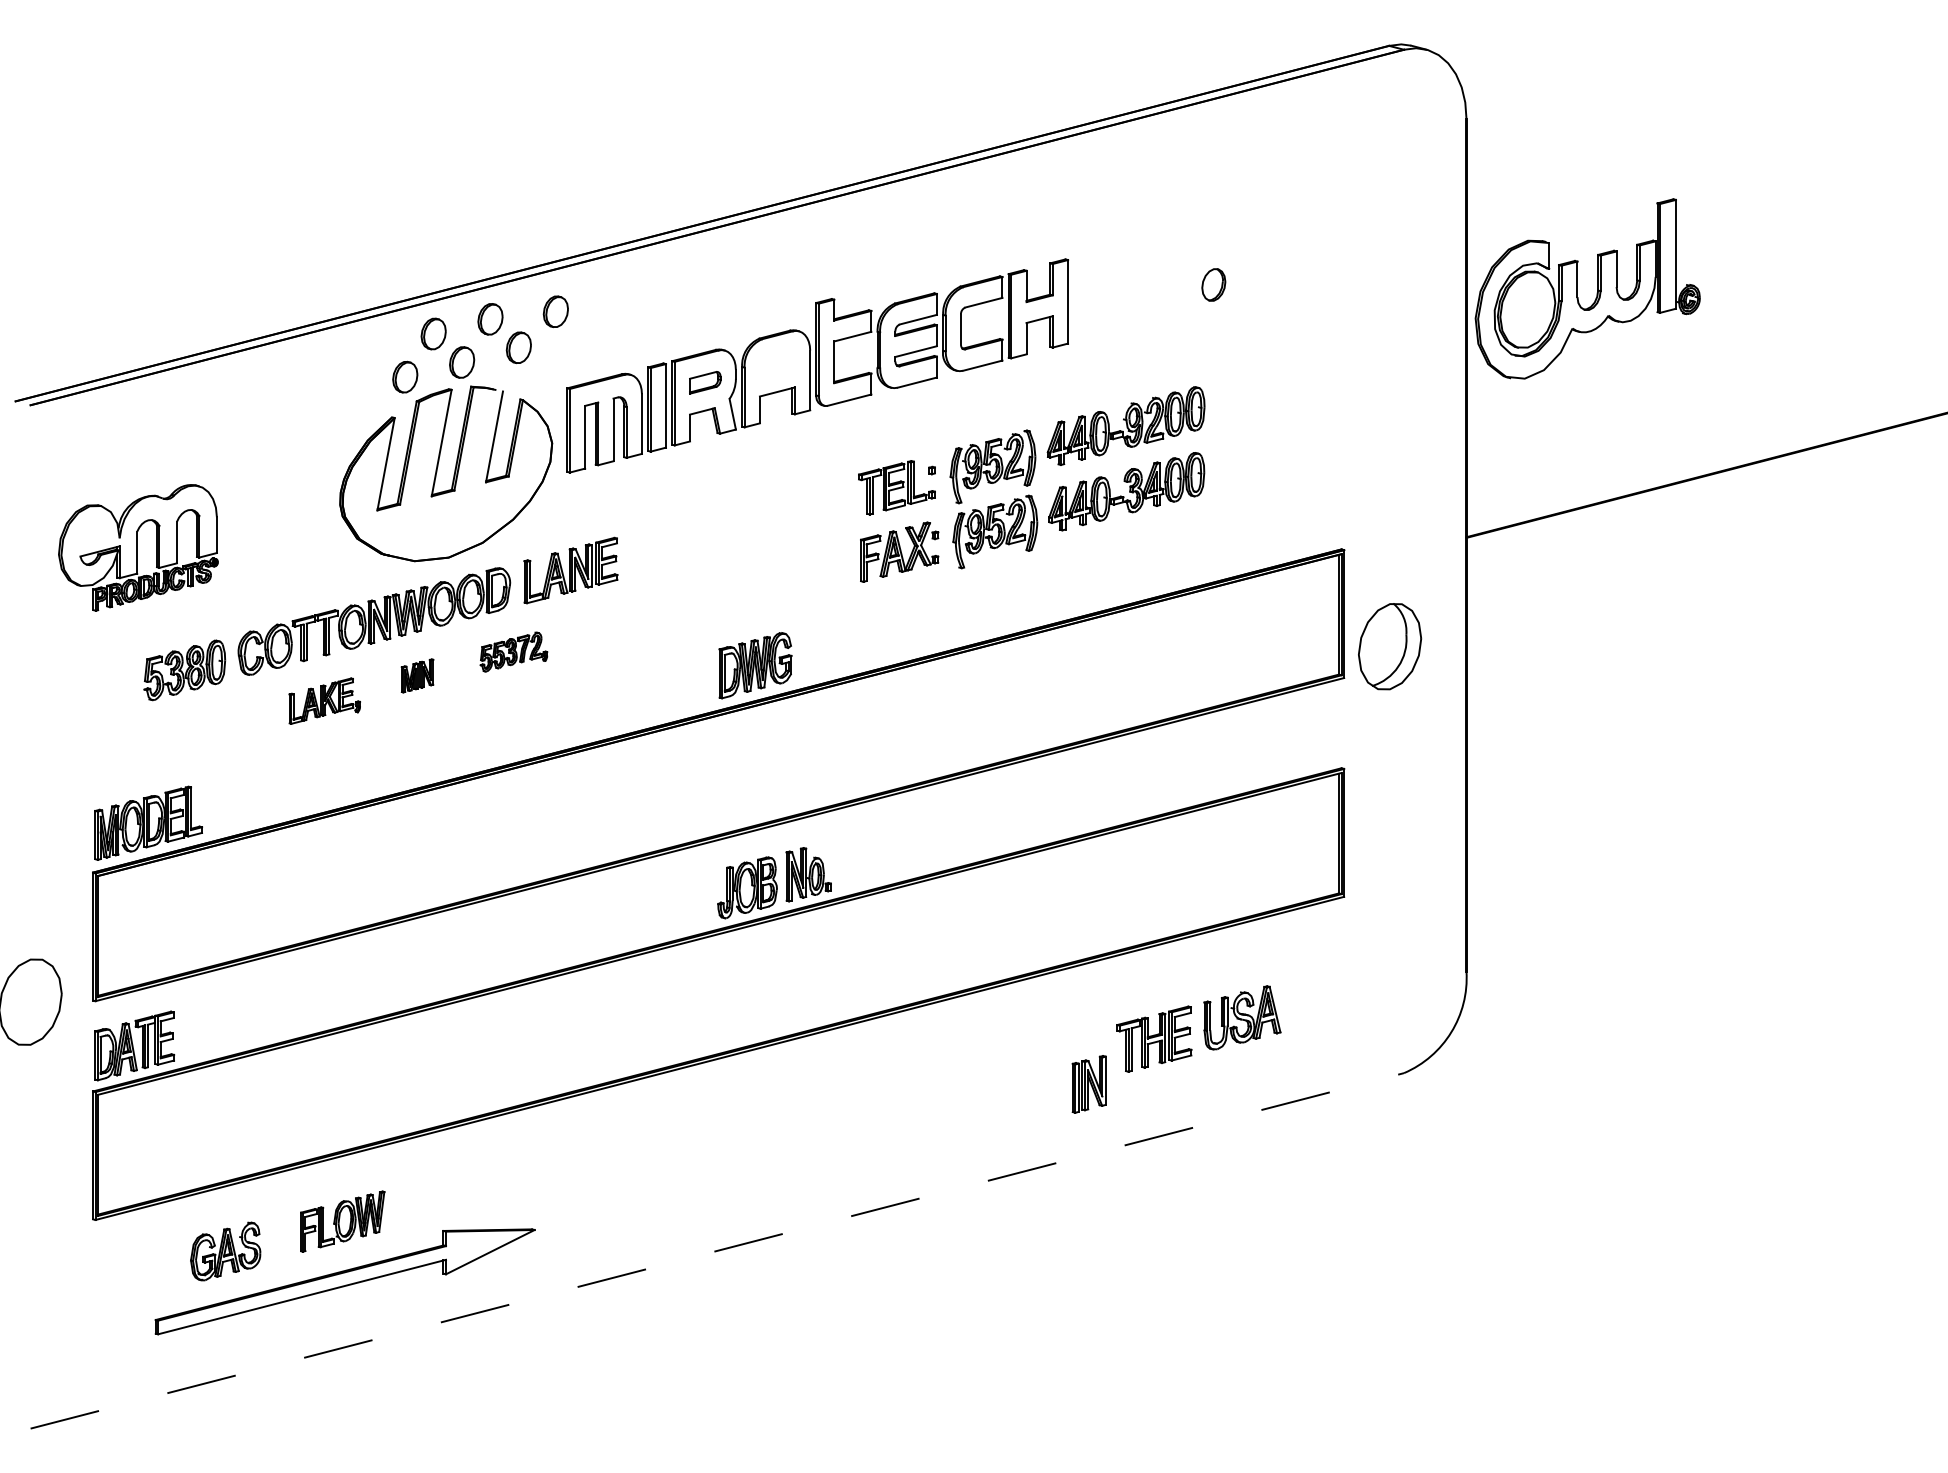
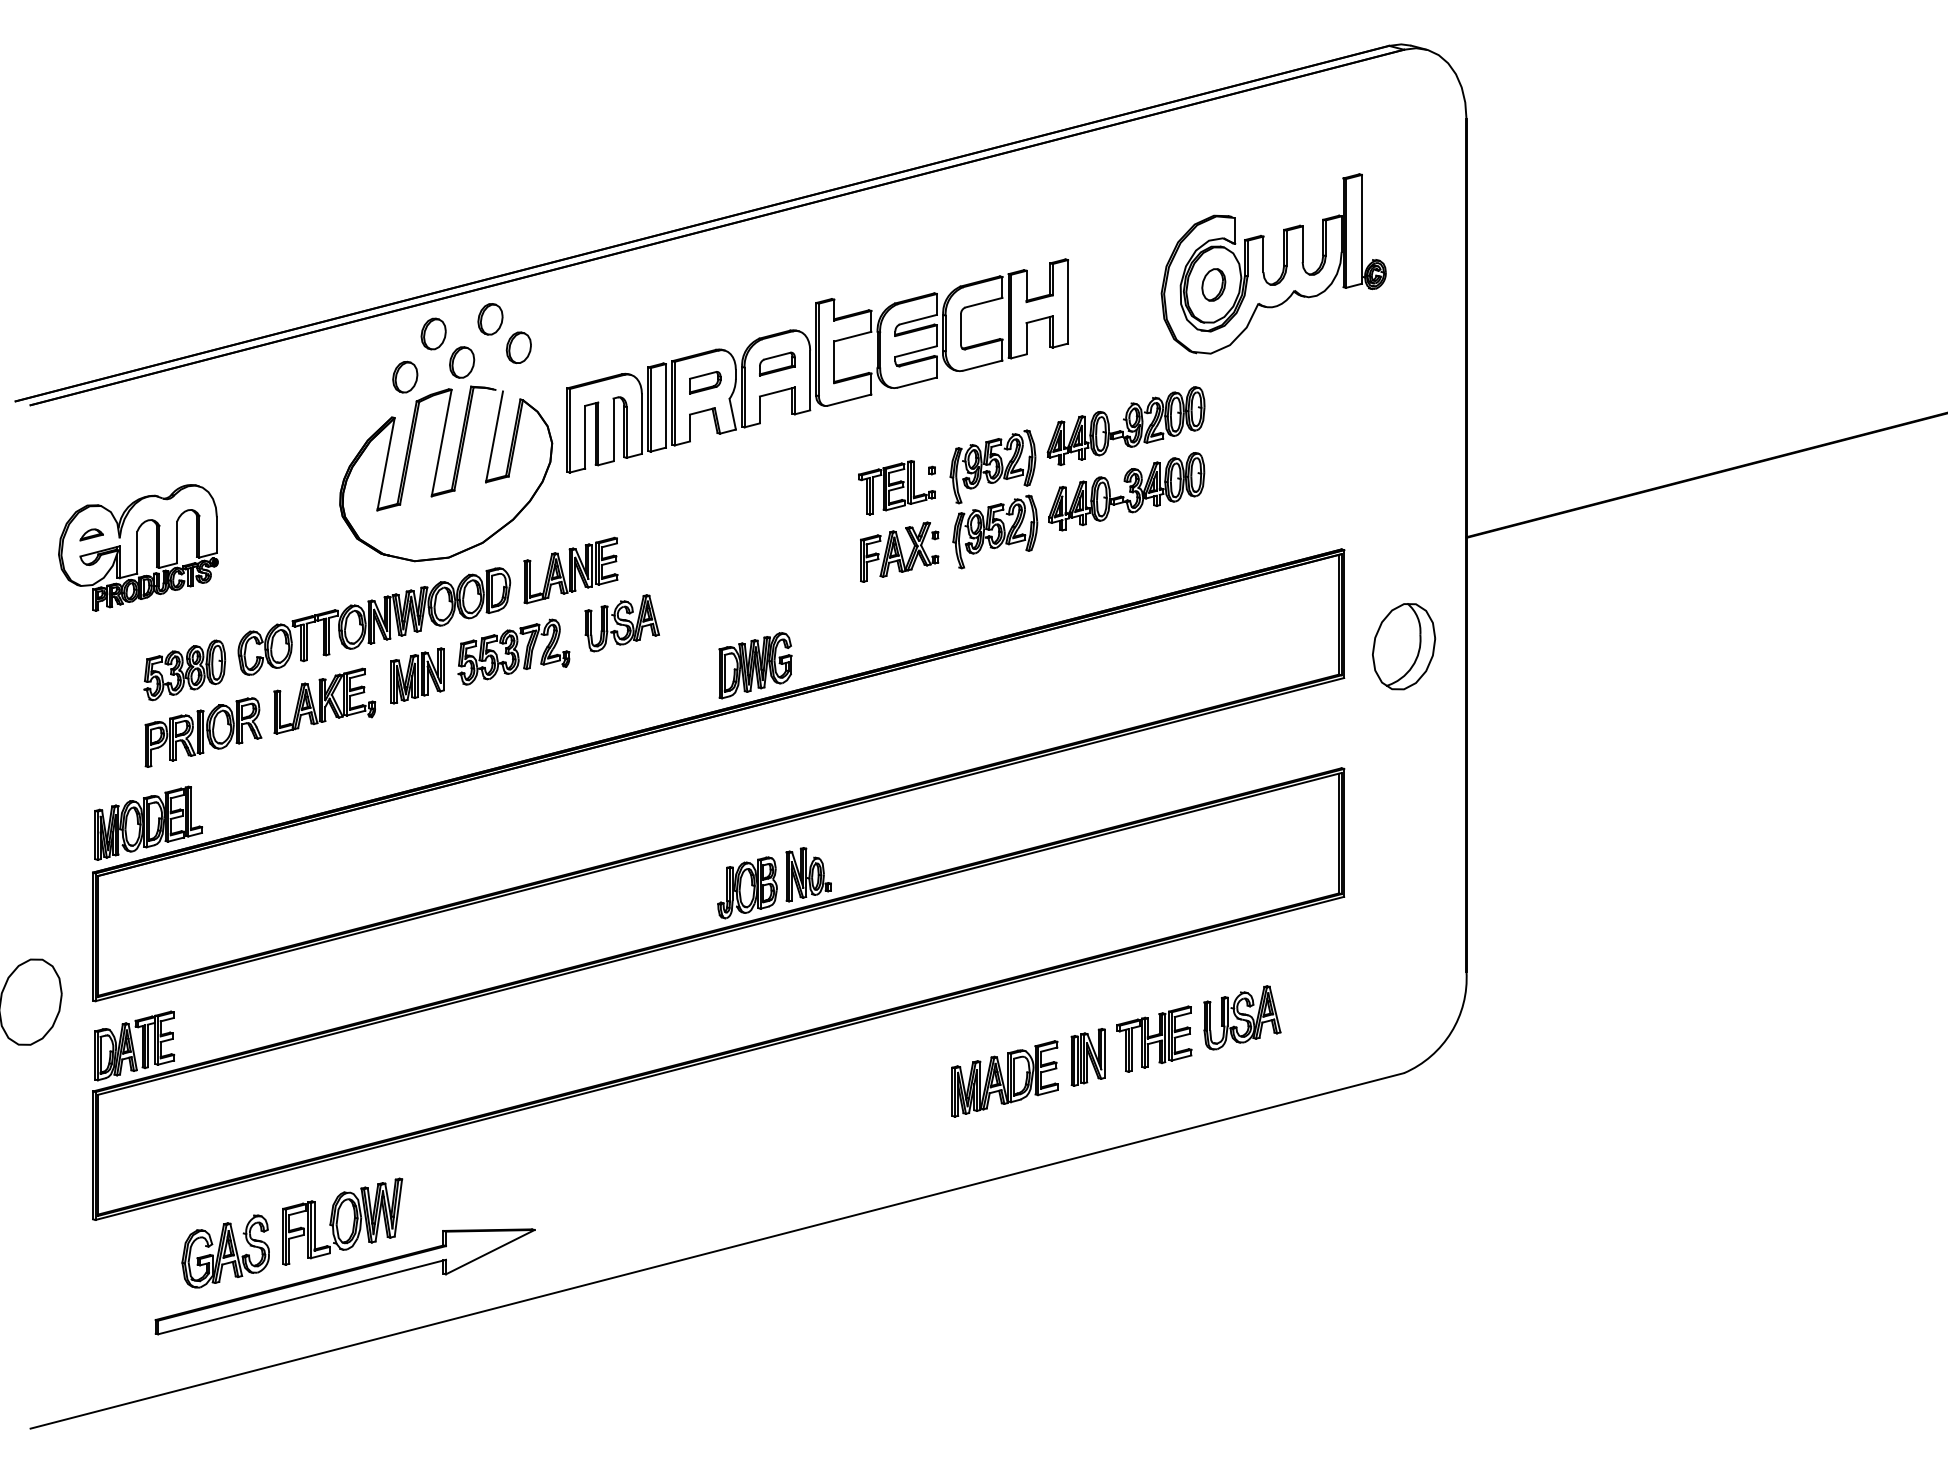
part at (1577, 288) position: (1577, 288) -> (1263, 263)
part at (555, 311): present -> none
part at (777, 363): none -> present
part at (91, 534): none -> present
part at (621, 623): none -> present
part at (1390, 646) position: (1390, 646) -> (1404, 646)
part at (513, 651) size: 70x42 px -> 114x68 px
part at (417, 675) size: 35x36 px -> 55x58 px
part at (324, 700) size: 73x48 px -> 104x68 px
part at (203, 732): none -> present
part at (1004, 1078): none -> present
part at (1088, 1084) position: (1088, 1084) -> (1087, 1057)
part at (342, 1221) size: 86x63 px -> 122x89 px
line at (717, 1250): dashed -> solid
part at (225, 1251) size: 72x61 px -> 89x75 px
